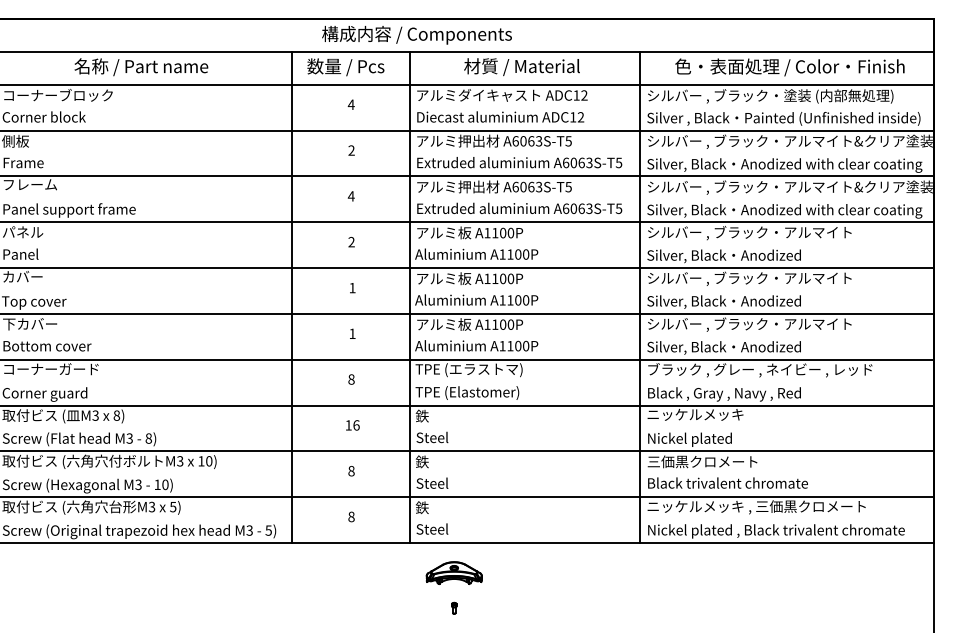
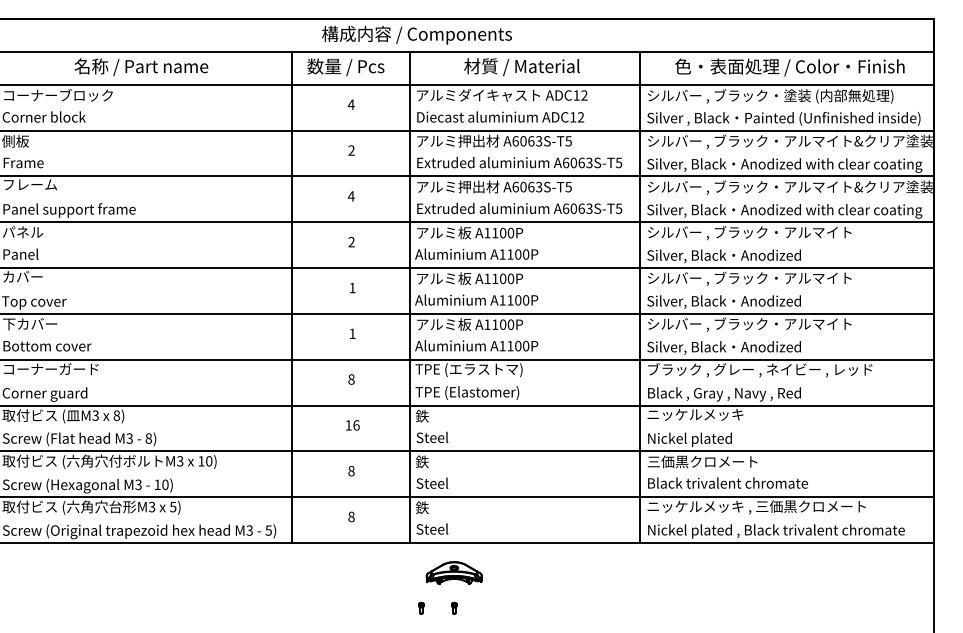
part at (421, 607): none -> present
